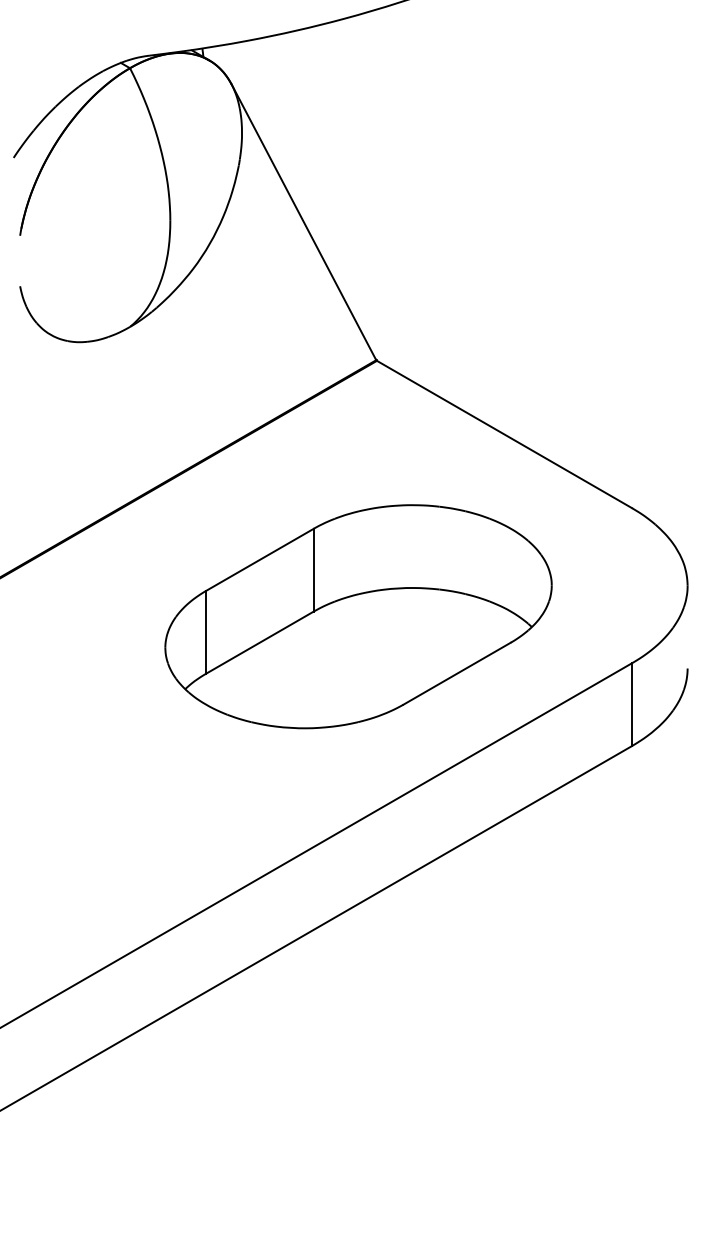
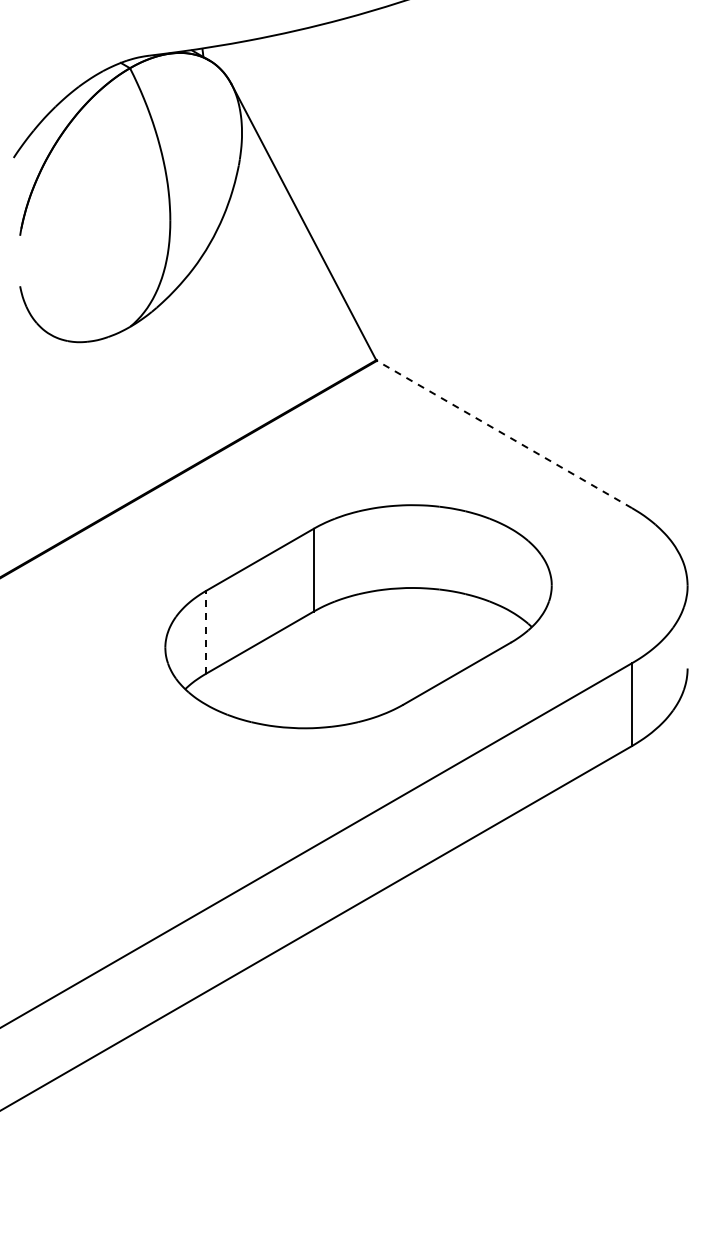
line at (504, 434): solid -> dashed
line at (206, 631): solid -> dashed
